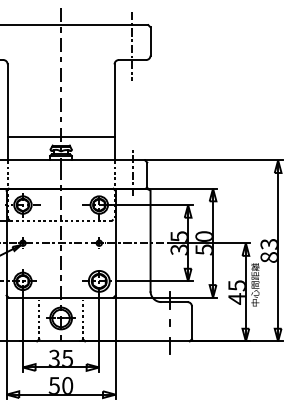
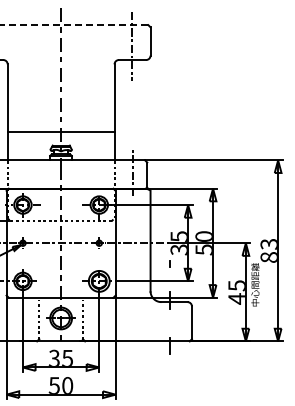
line at (74, 25): solid -> dashed
line at (60, 137) position: (60, 137) -> (60, 132)
line at (169, 322) position: (169, 322) -> (169, 263)
